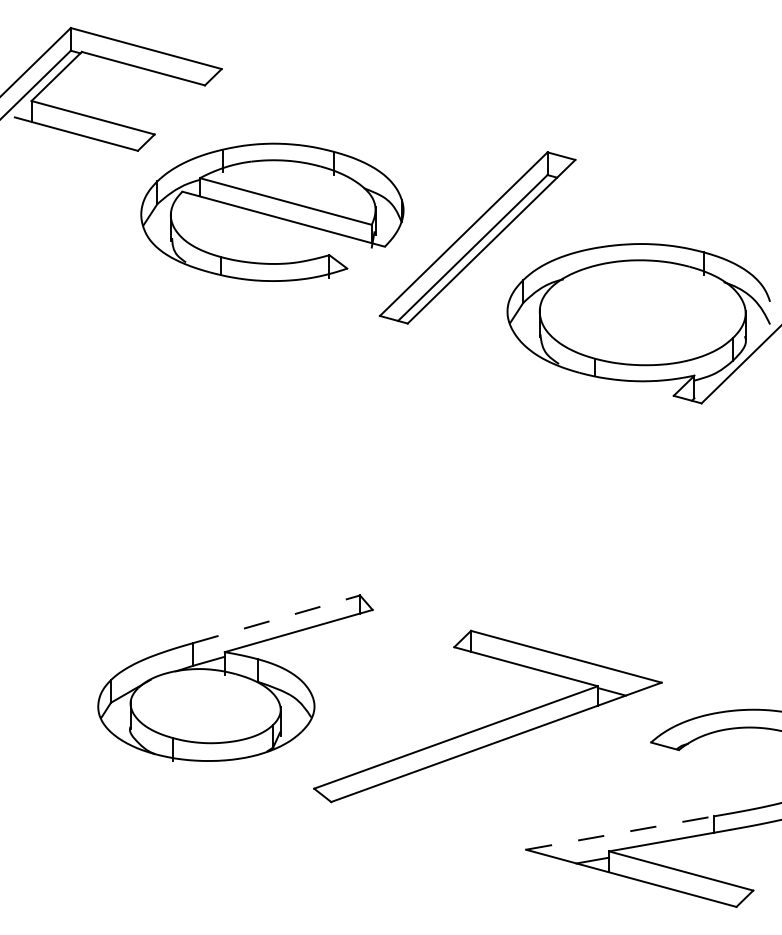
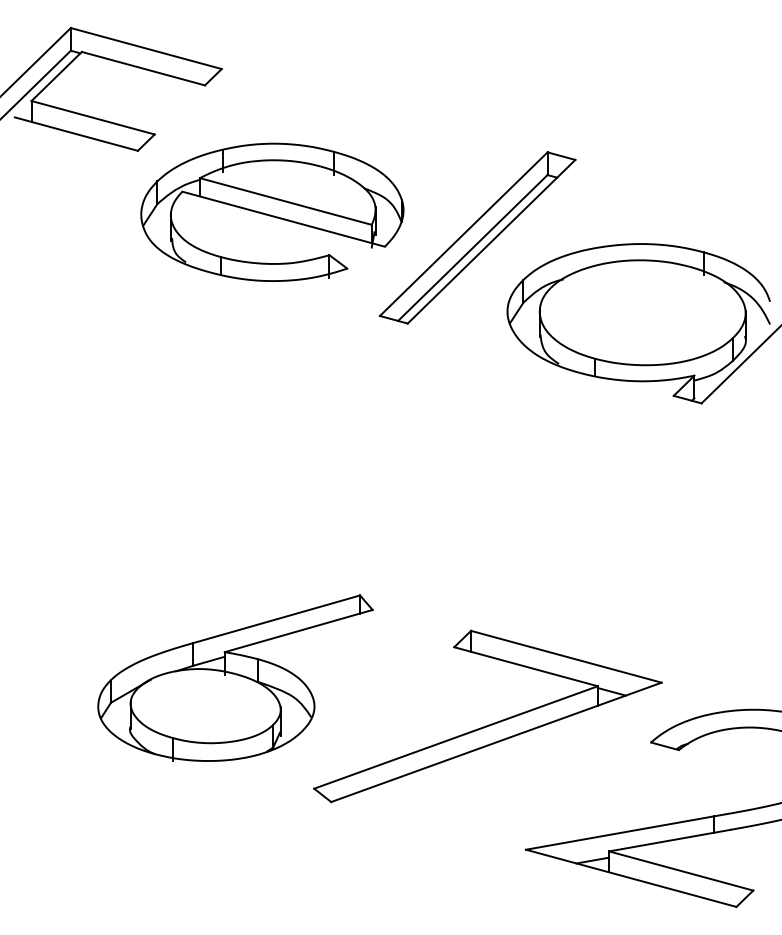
line at (276, 619): dashed -> solid
line at (620, 832): dashed -> solid
